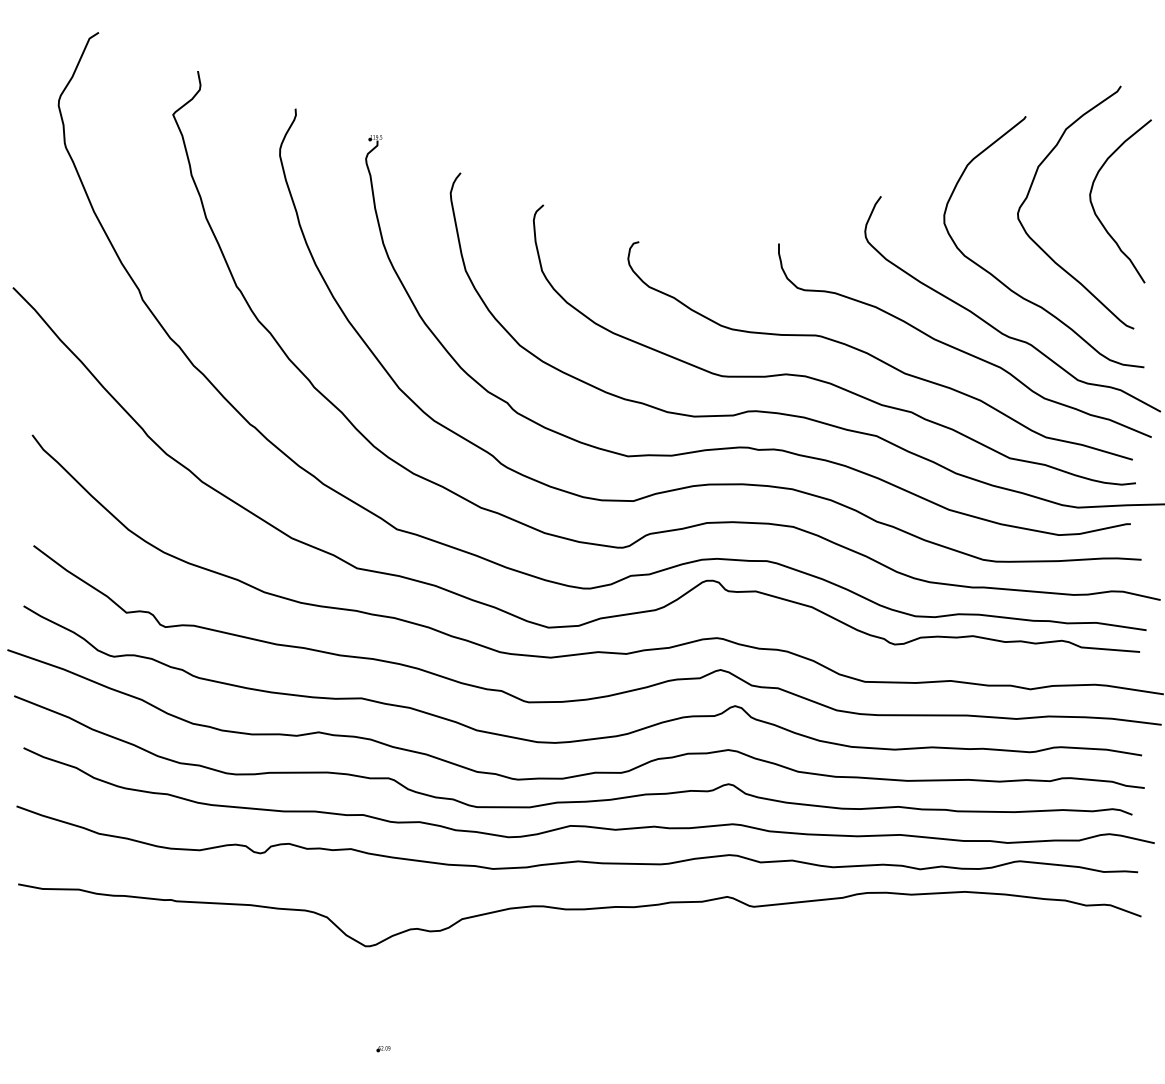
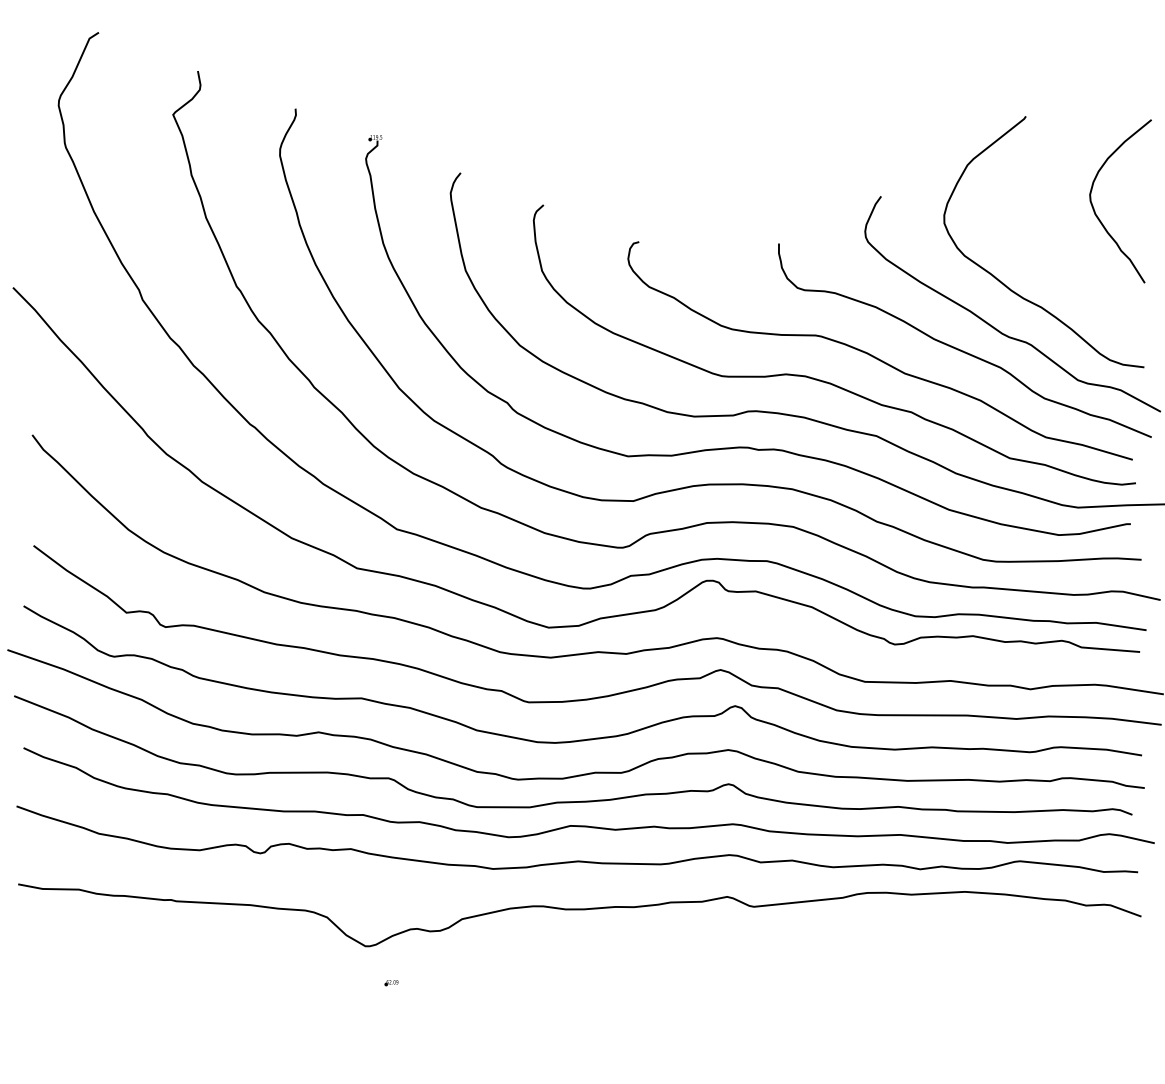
curve at (1031, 188): present -> none
part at (383, 1049) position: (383, 1049) -> (391, 983)
